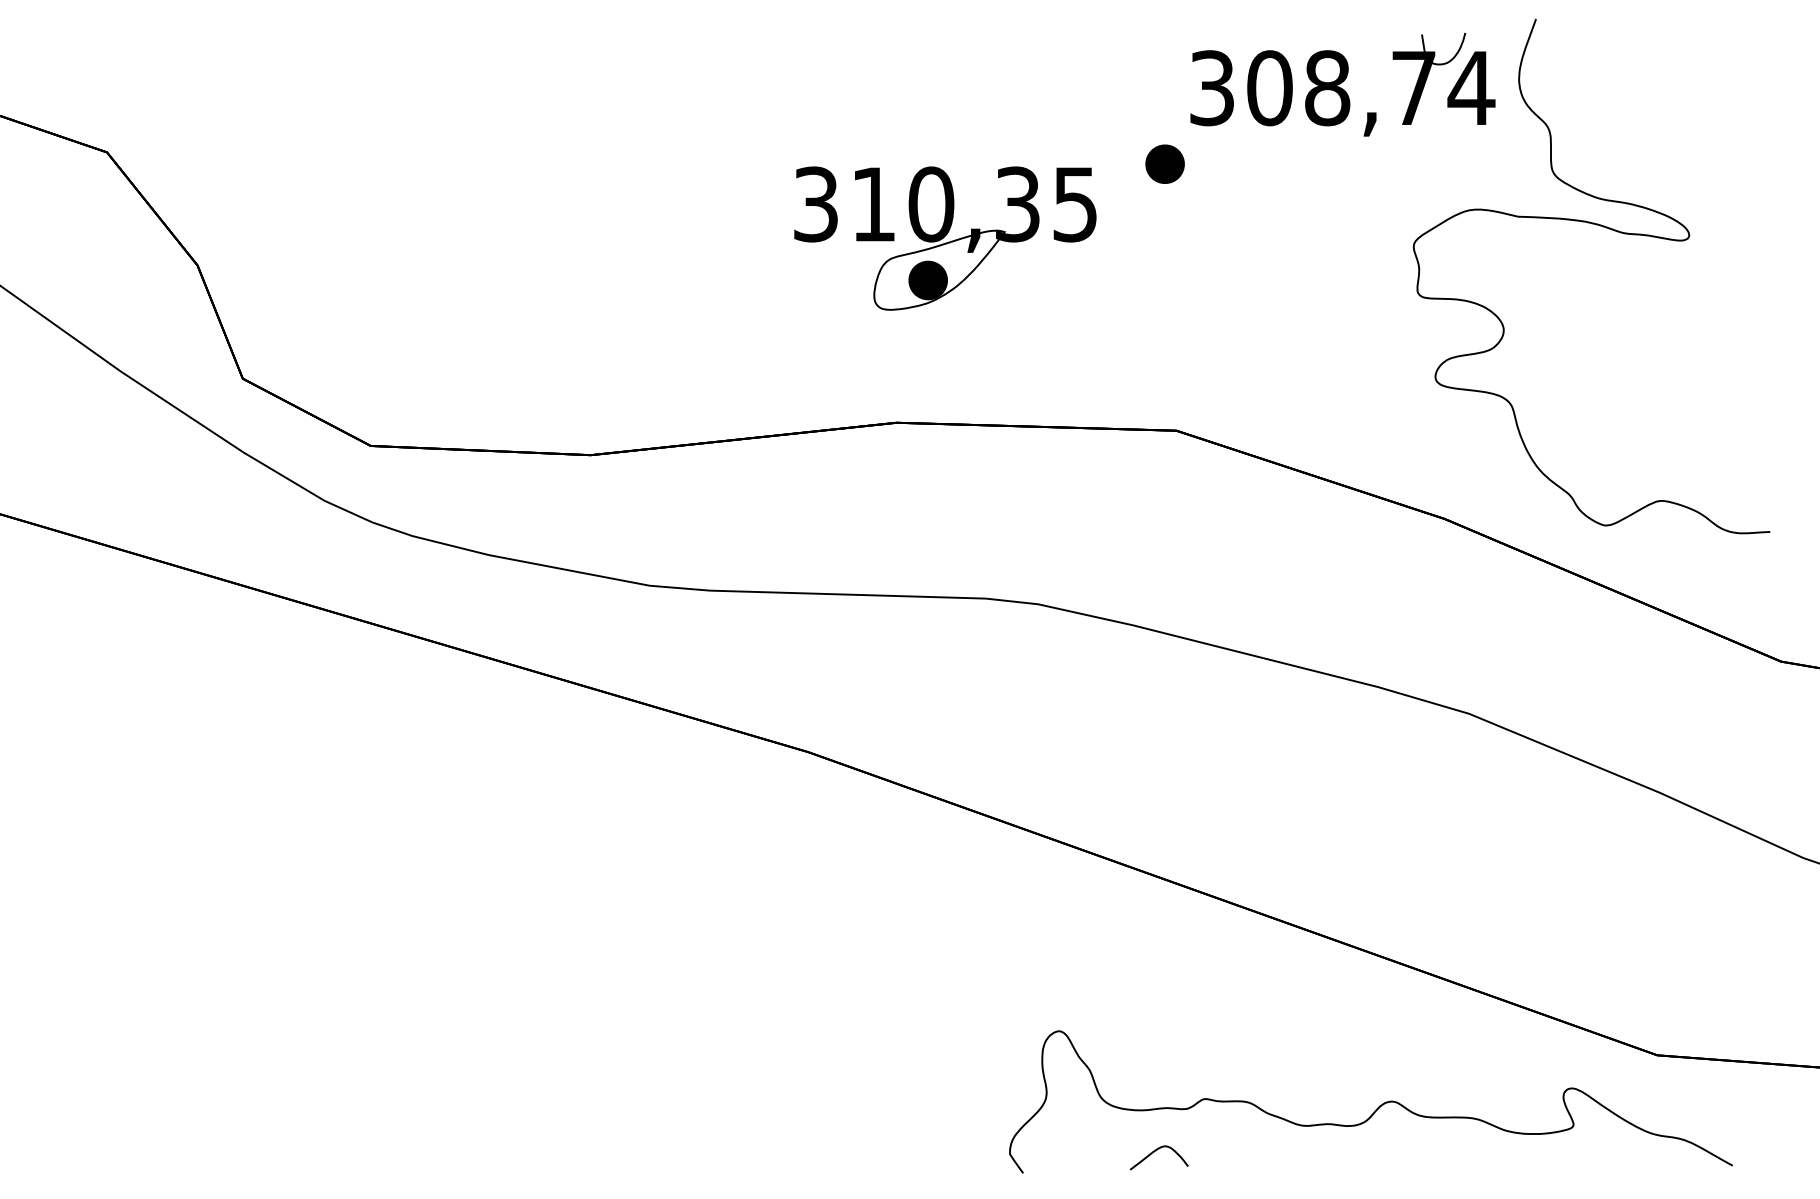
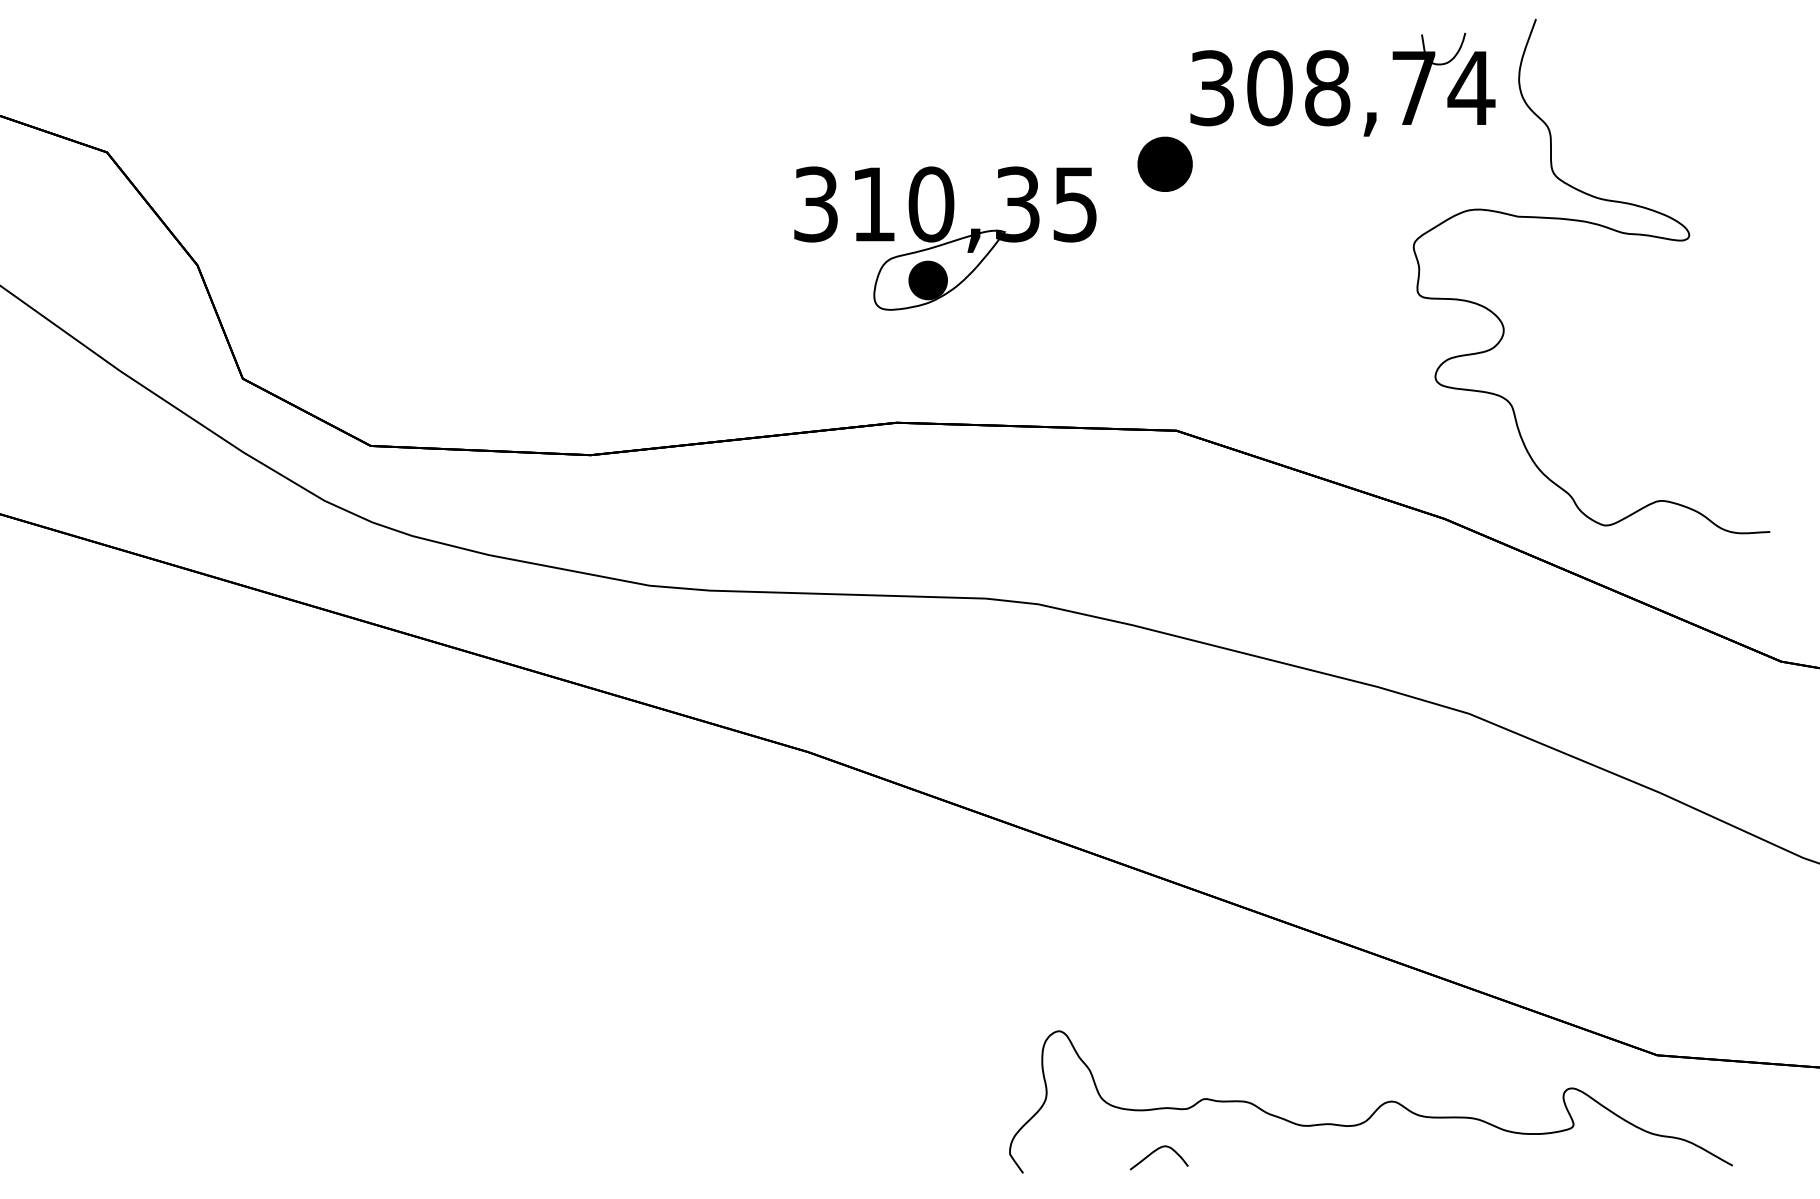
part at (1164, 163) size: 40x40 px -> 56x56 px
